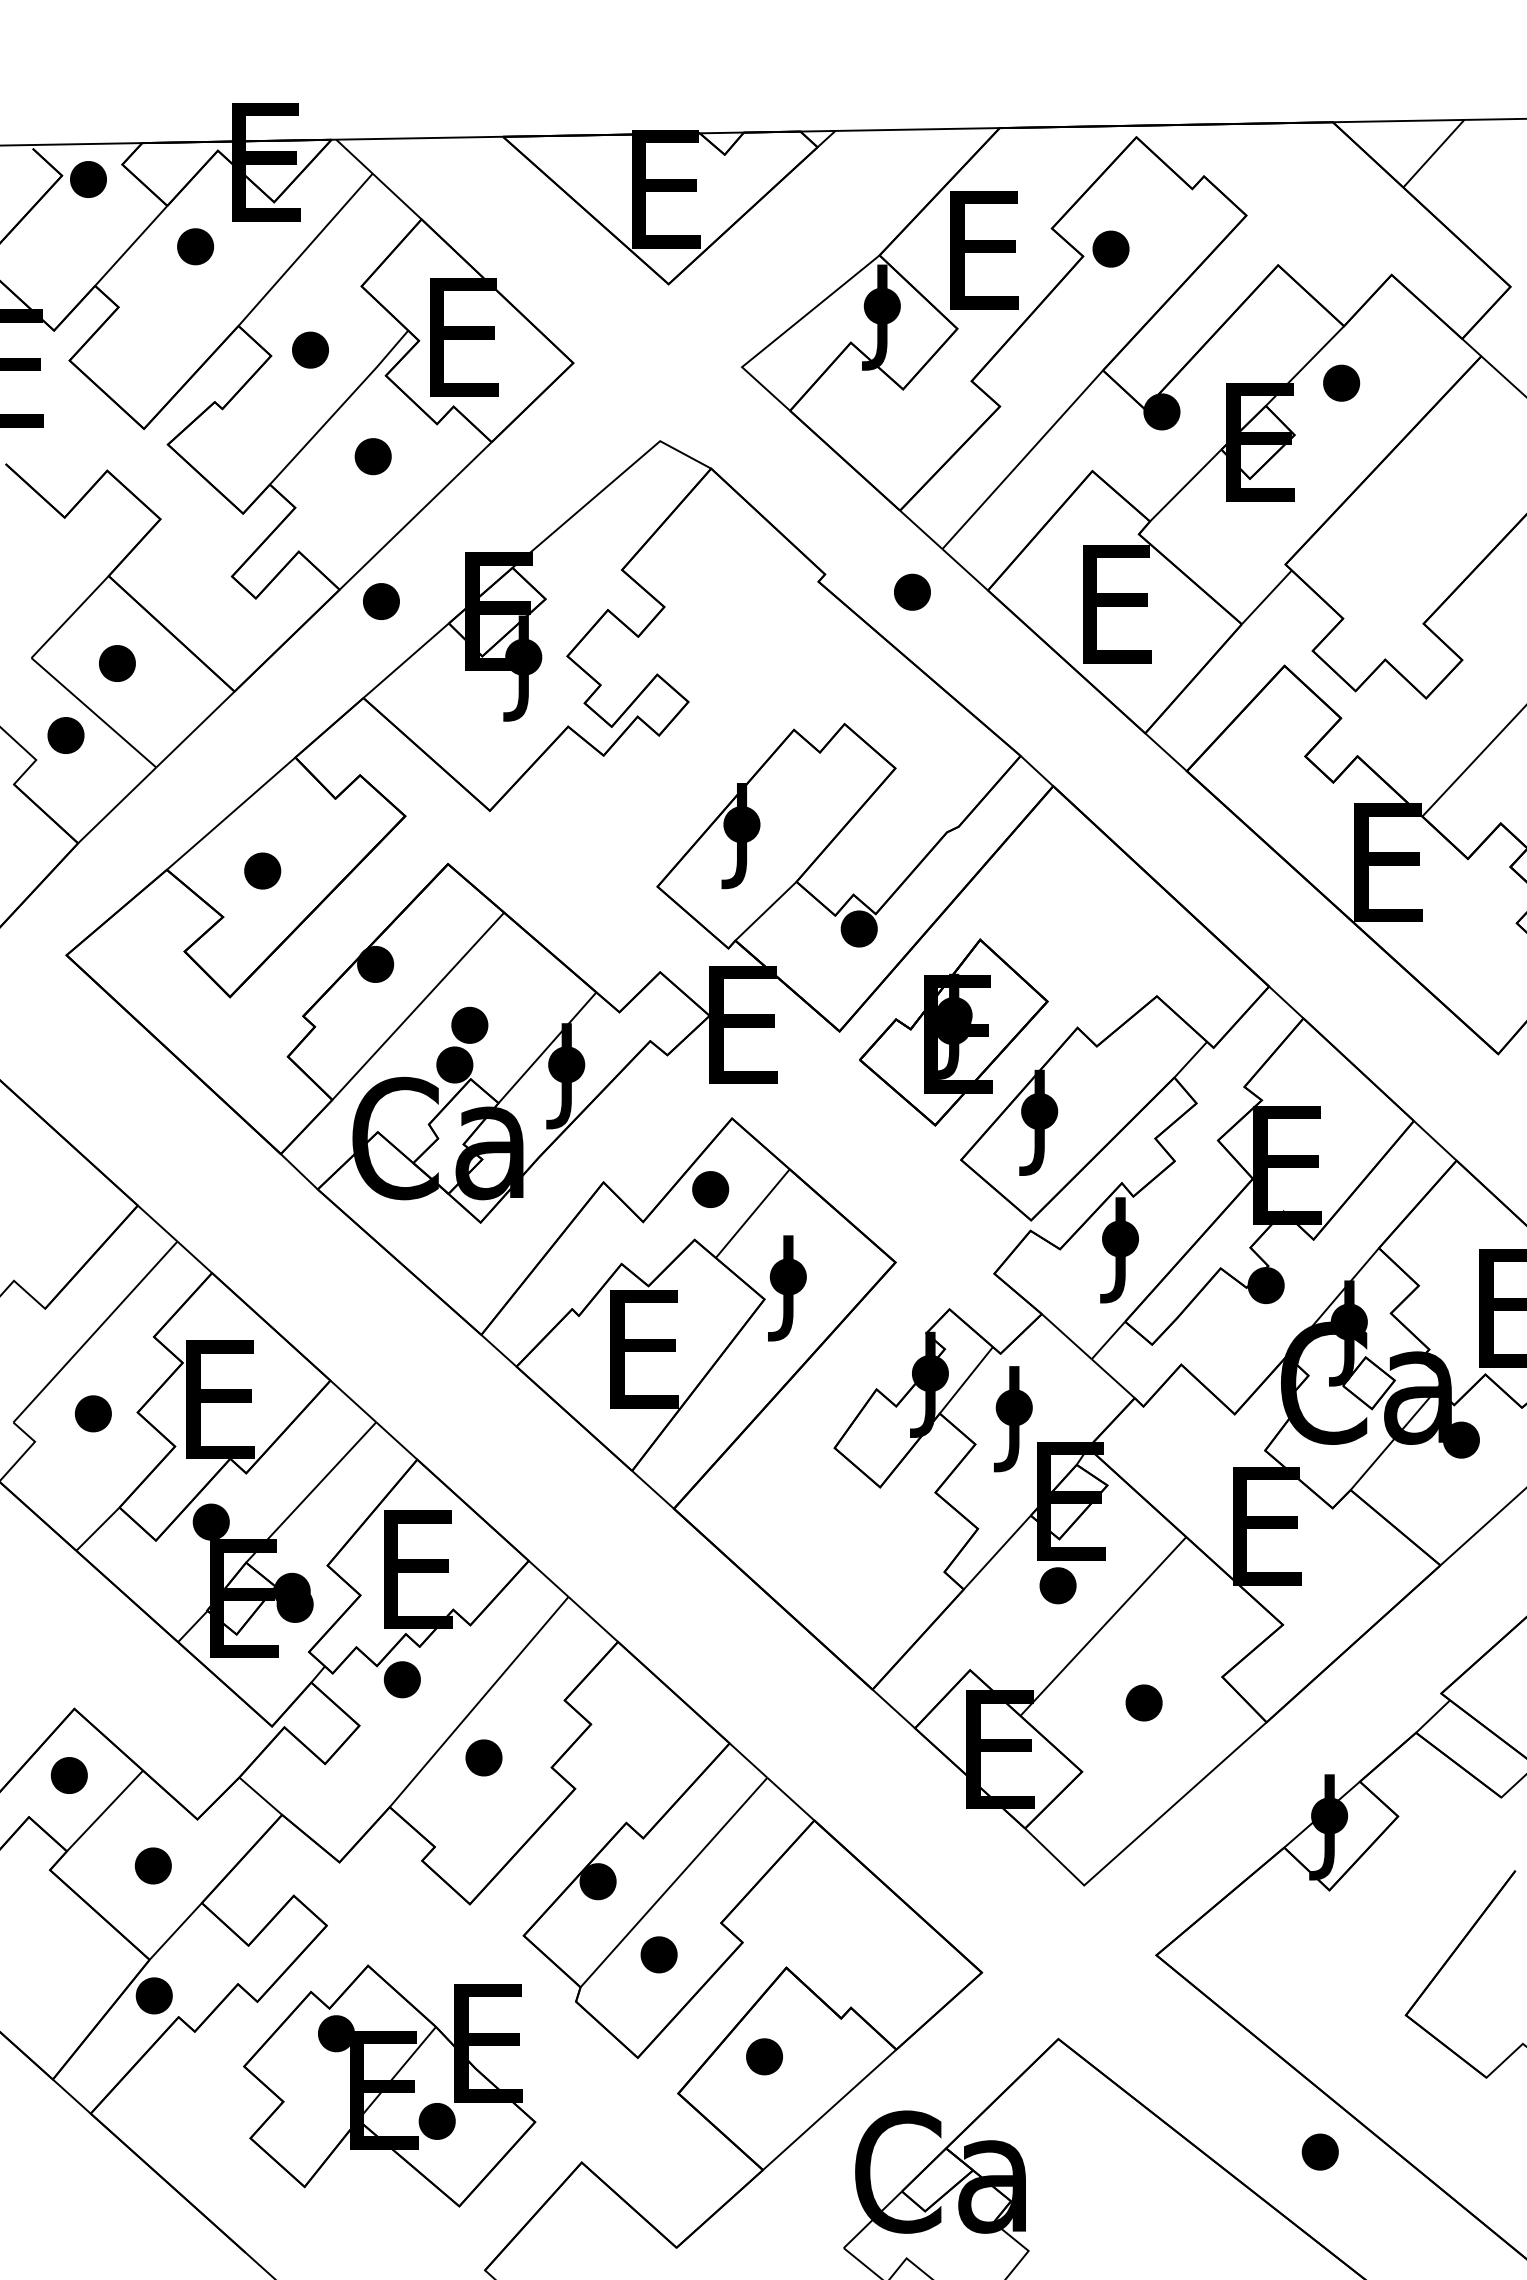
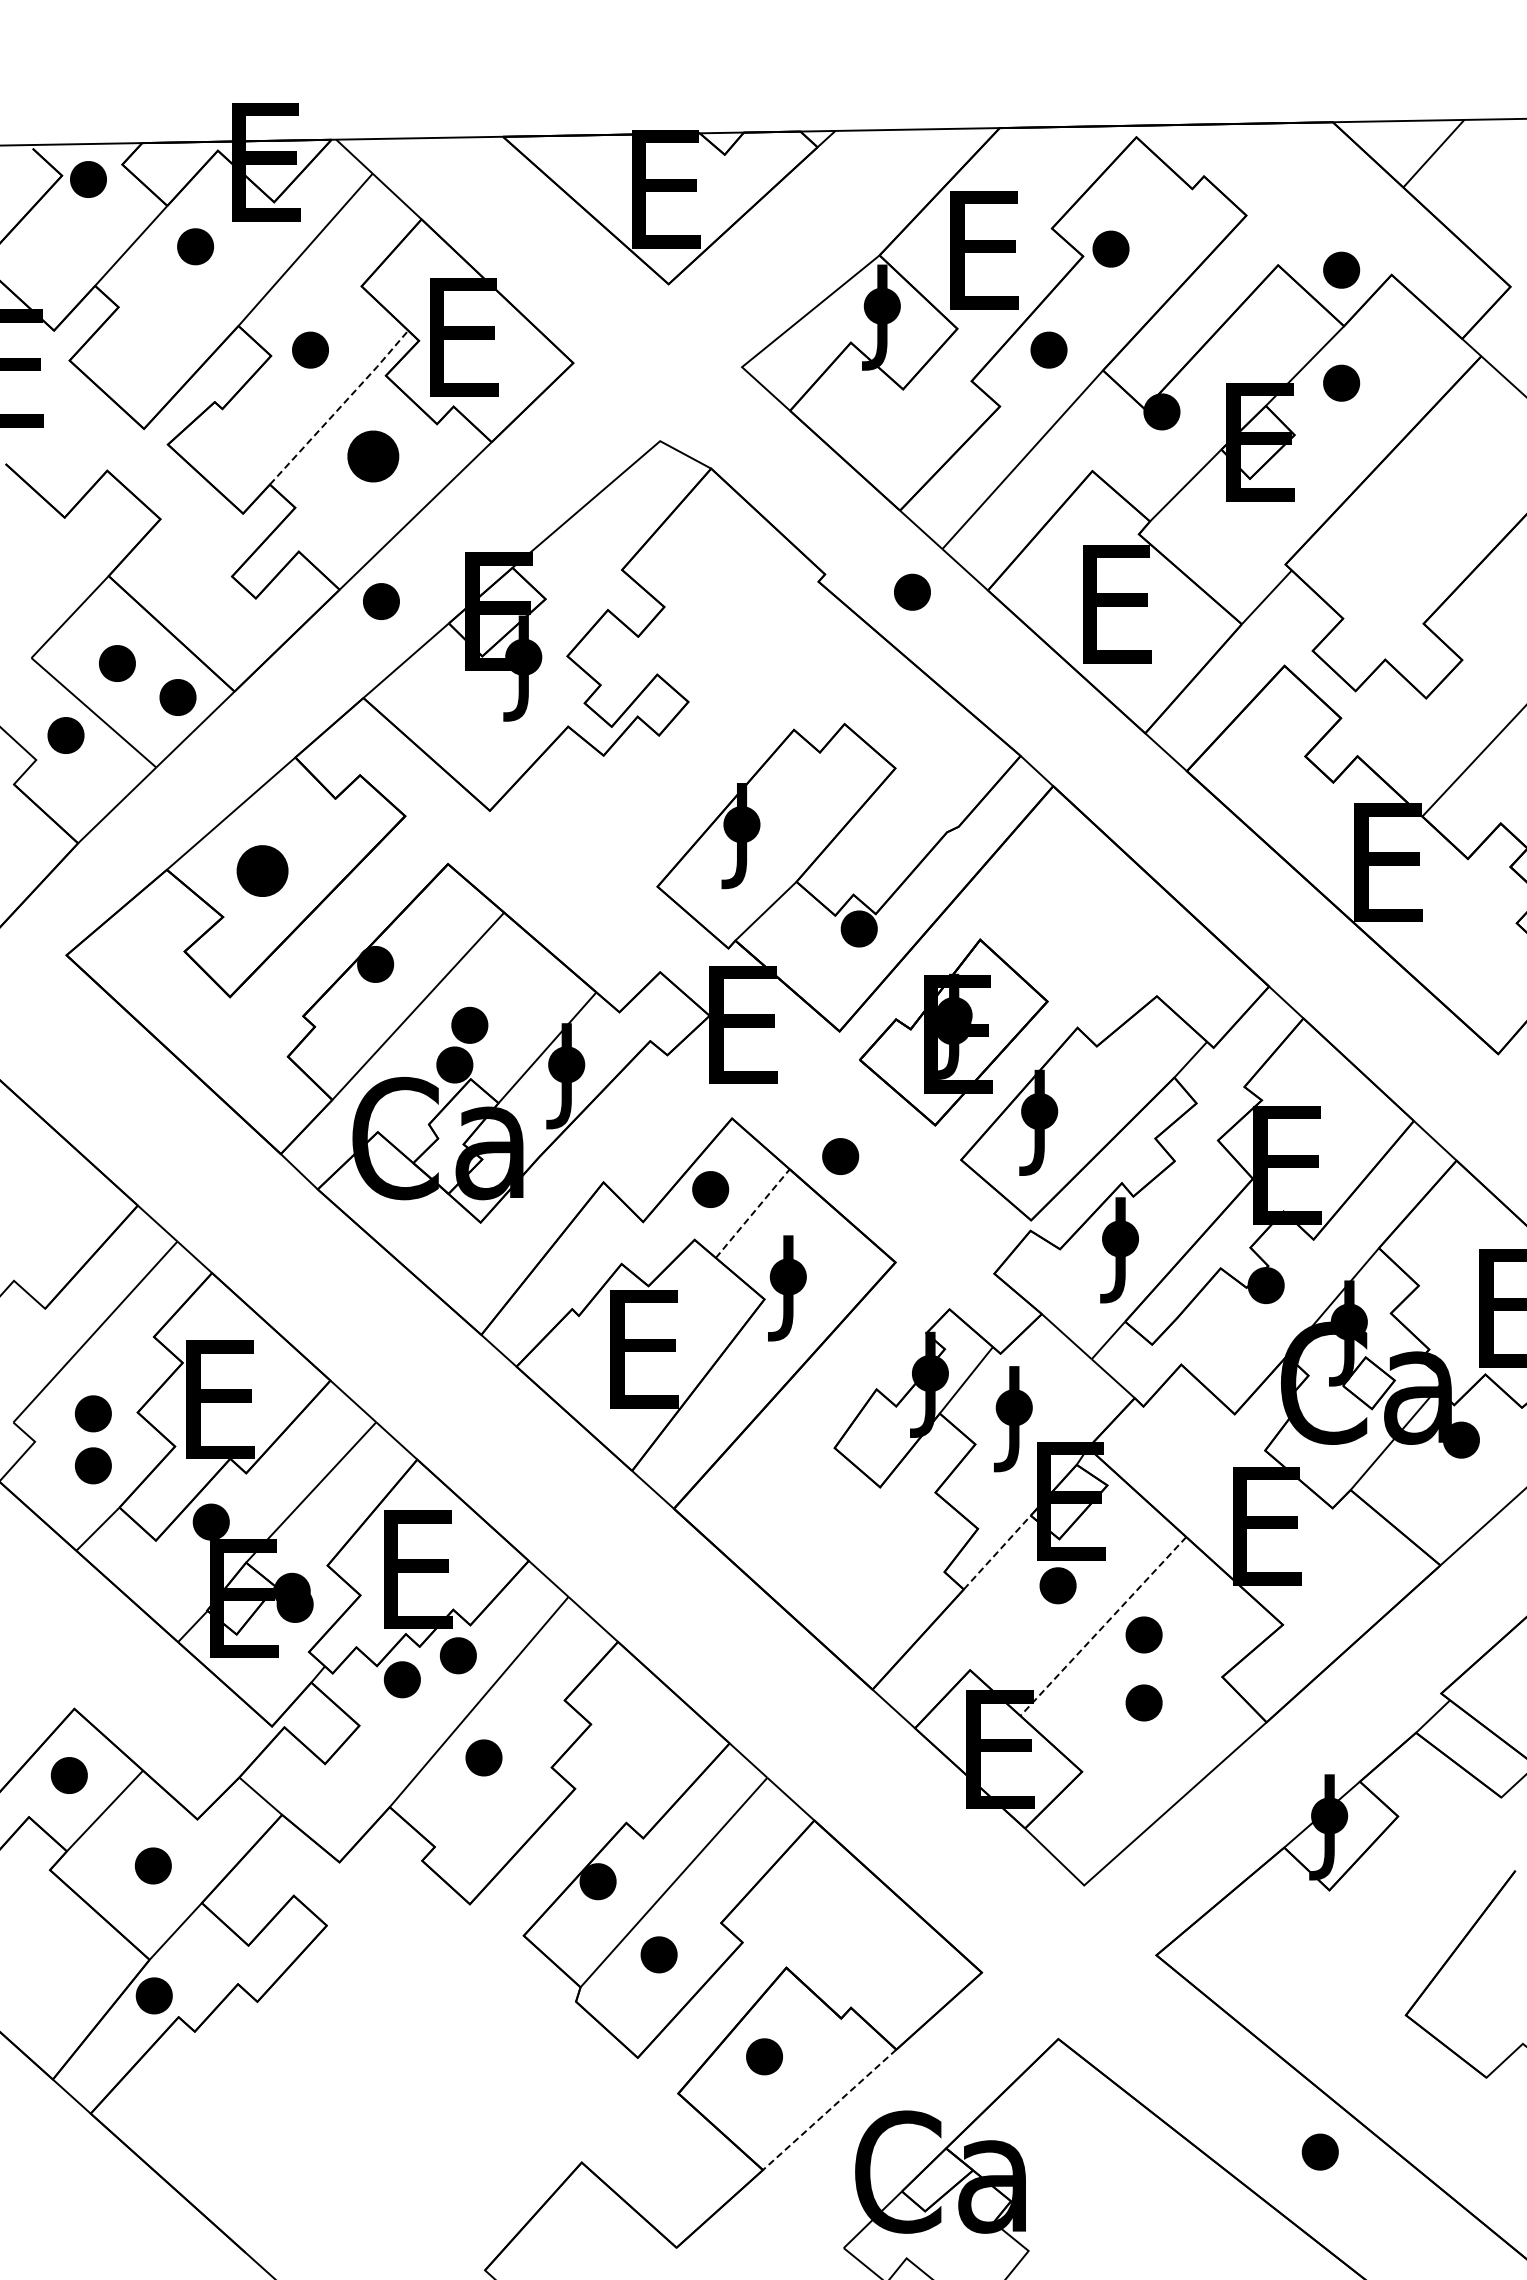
part at (1341, 269): none -> present
part at (1048, 349): none -> present
line at (340, 407): solid -> dashed
part at (372, 456) size: 38x38 px -> 53x53 px
part at (177, 697): none -> present
part at (262, 870) size: 38x38 px -> 53x52 px
part at (840, 1156): none -> present
line at (752, 1213): solid -> dashed
part at (93, 1465): none -> present
line at (997, 1552): solid -> dashed
line at (1103, 1626): solid -> dashed
part at (1143, 1634): none -> present
part at (458, 1655): none -> present
part at (389, 2085): present -> none
line at (829, 2109): solid -> dashed
